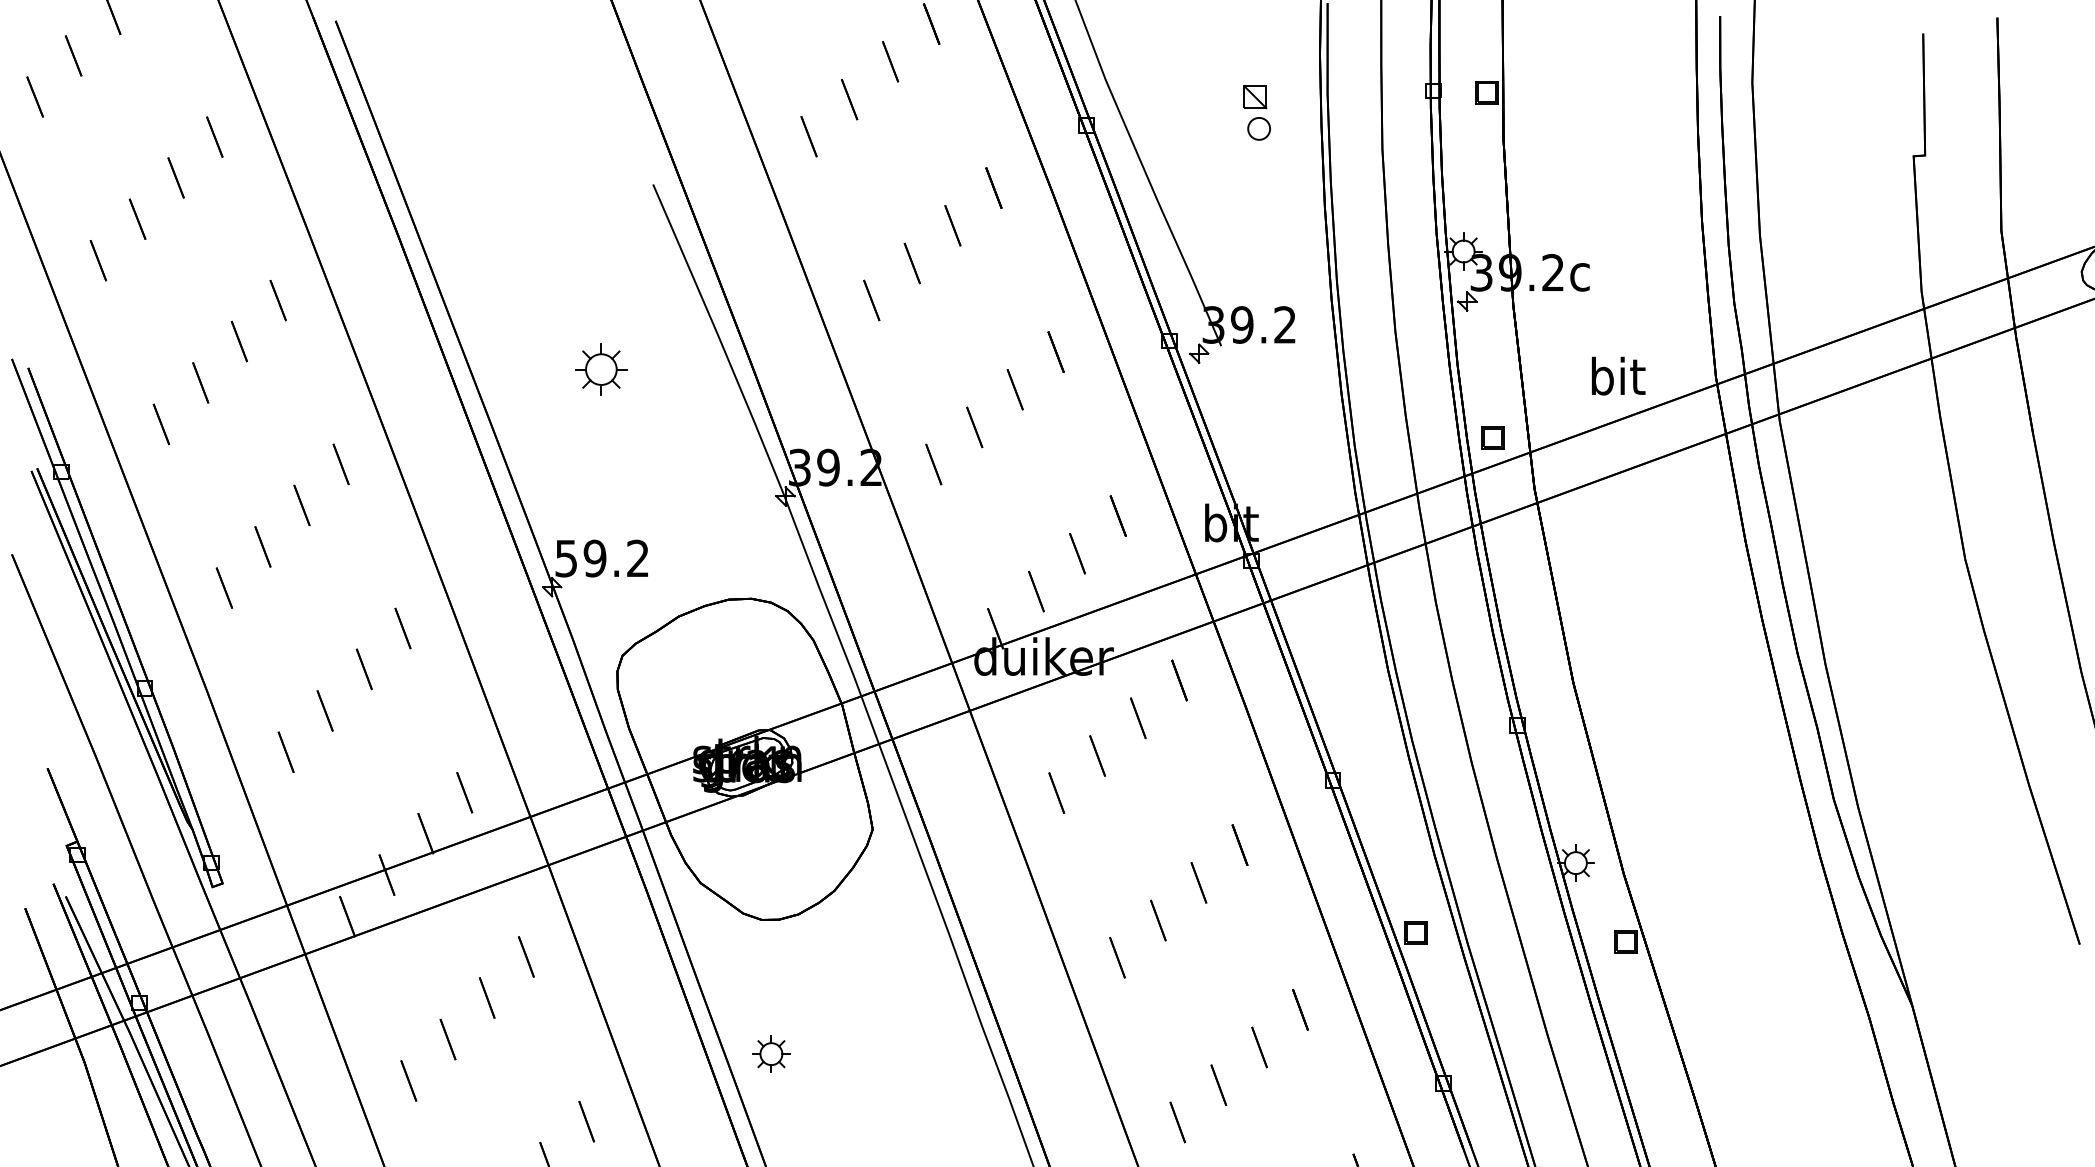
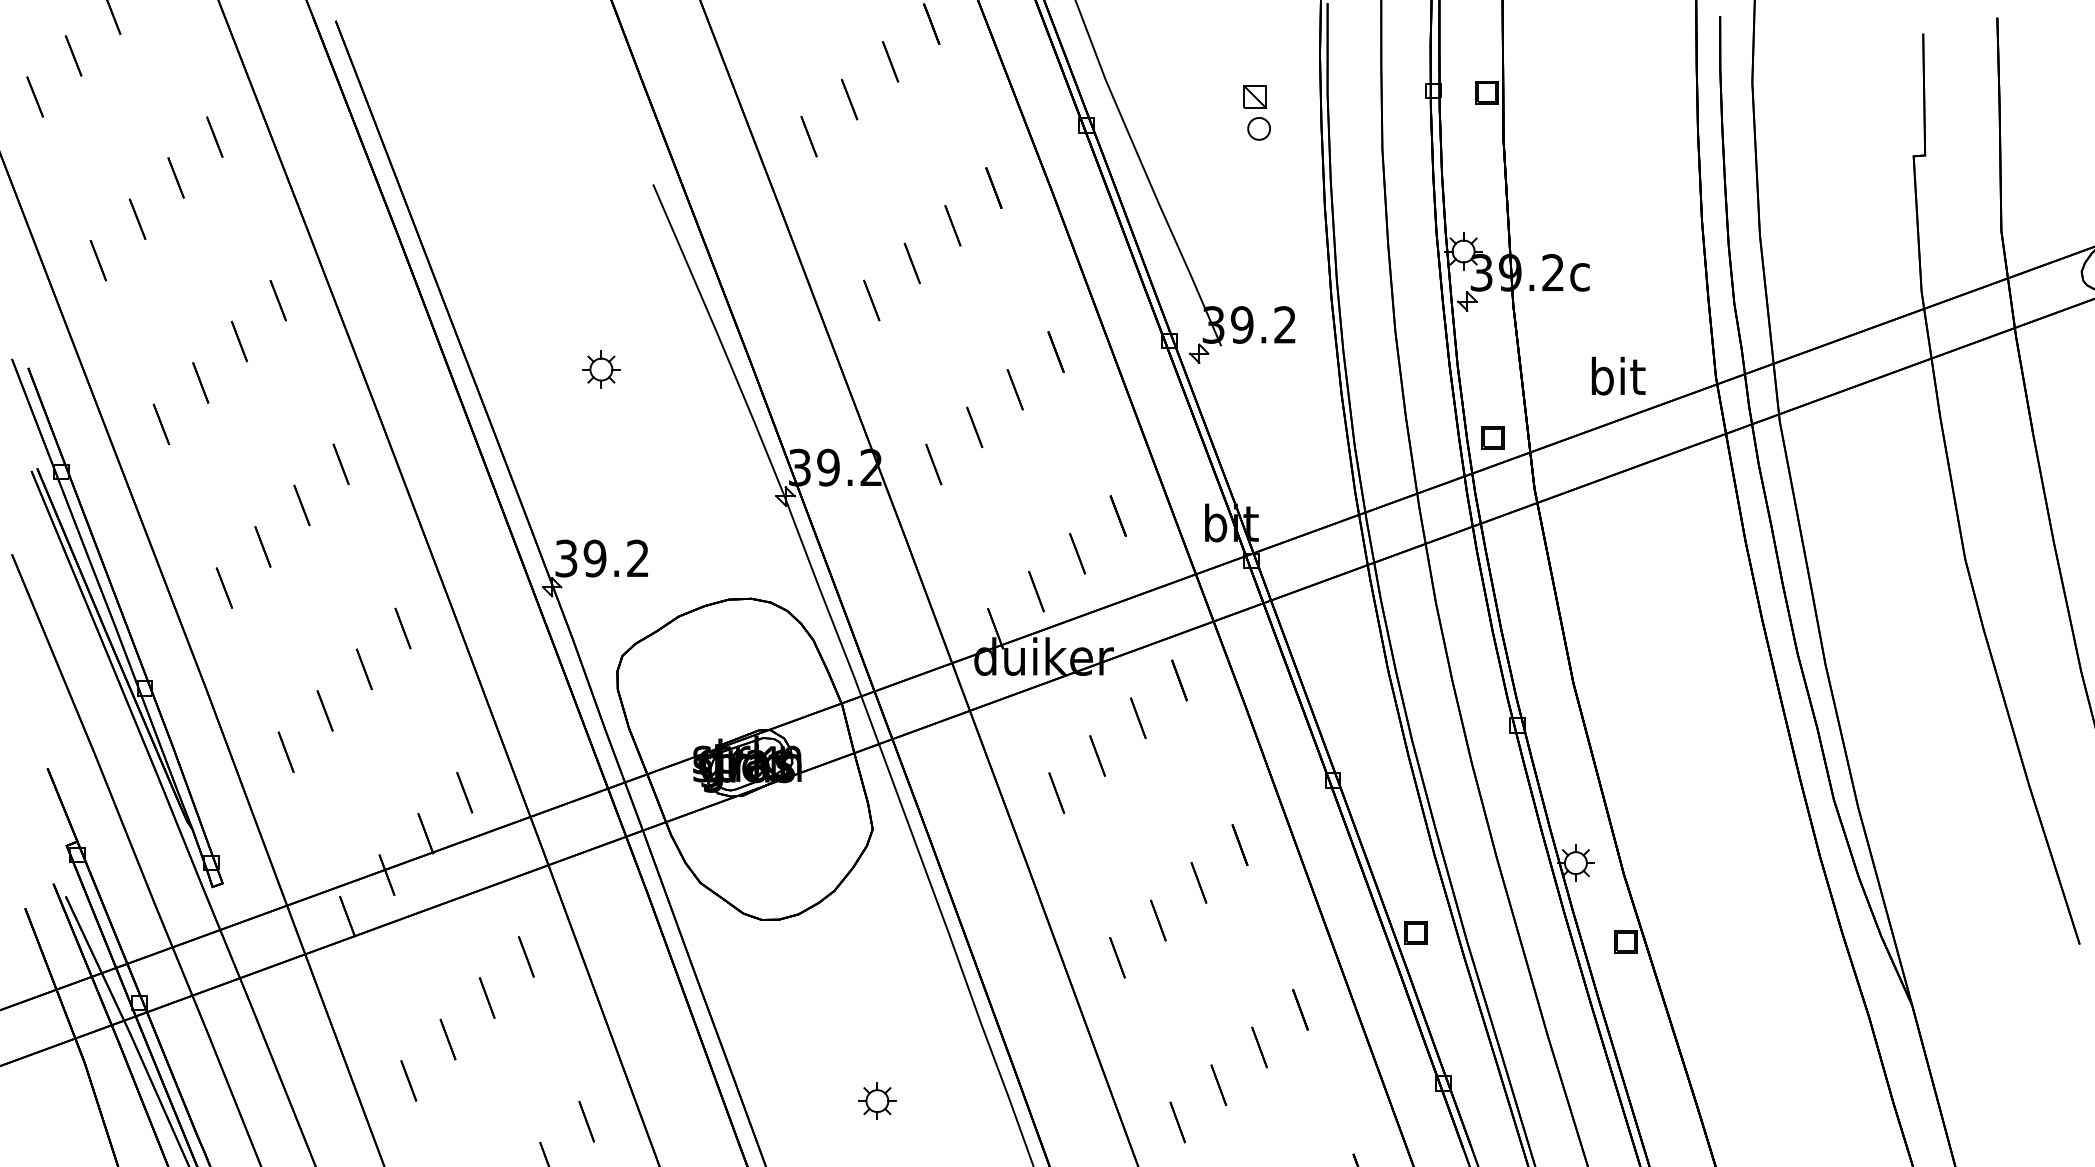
part at (601, 369) size: 53x53 px -> 39x39 px
text at (566, 557): 59.2 -> 39.2
part at (771, 1053) position: (771, 1053) -> (877, 1100)
